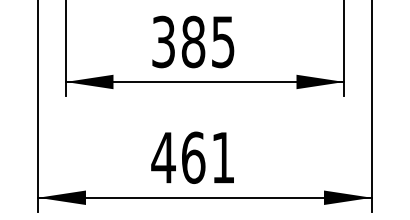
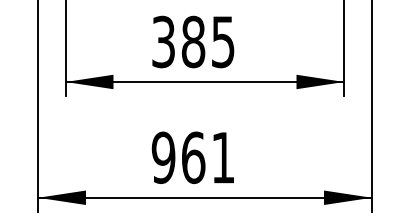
text at (163, 157): 461 -> 961
